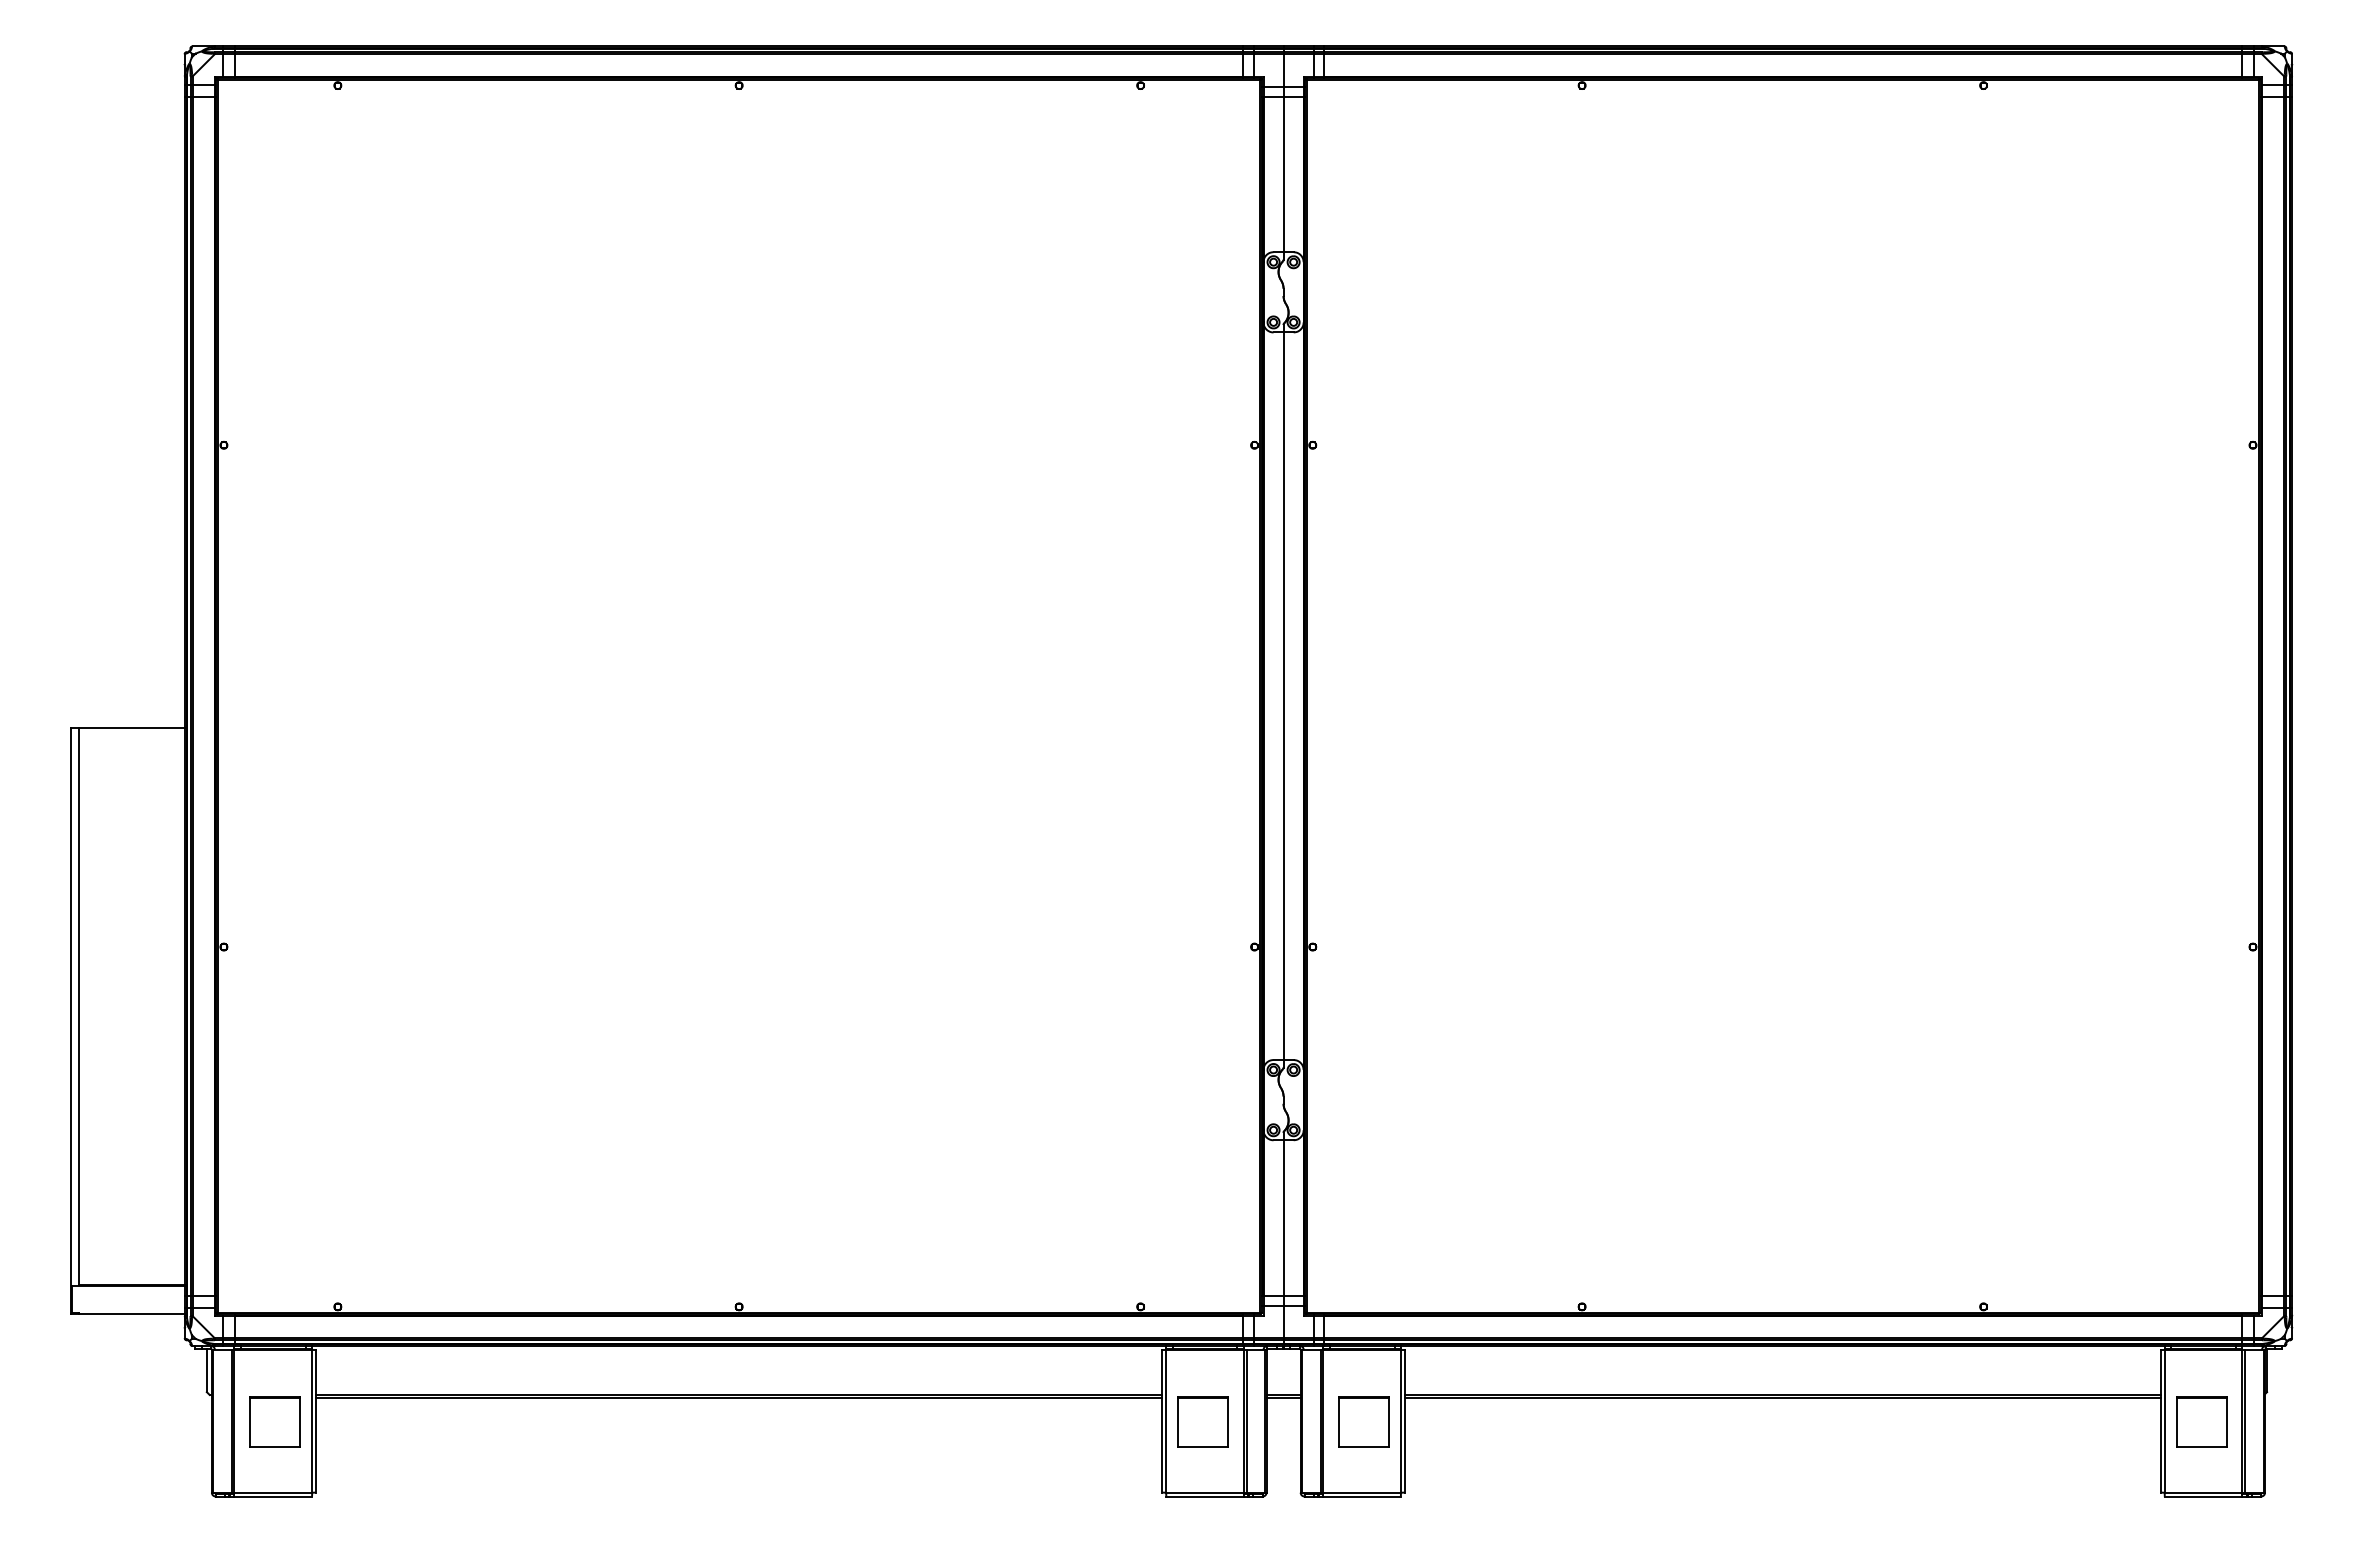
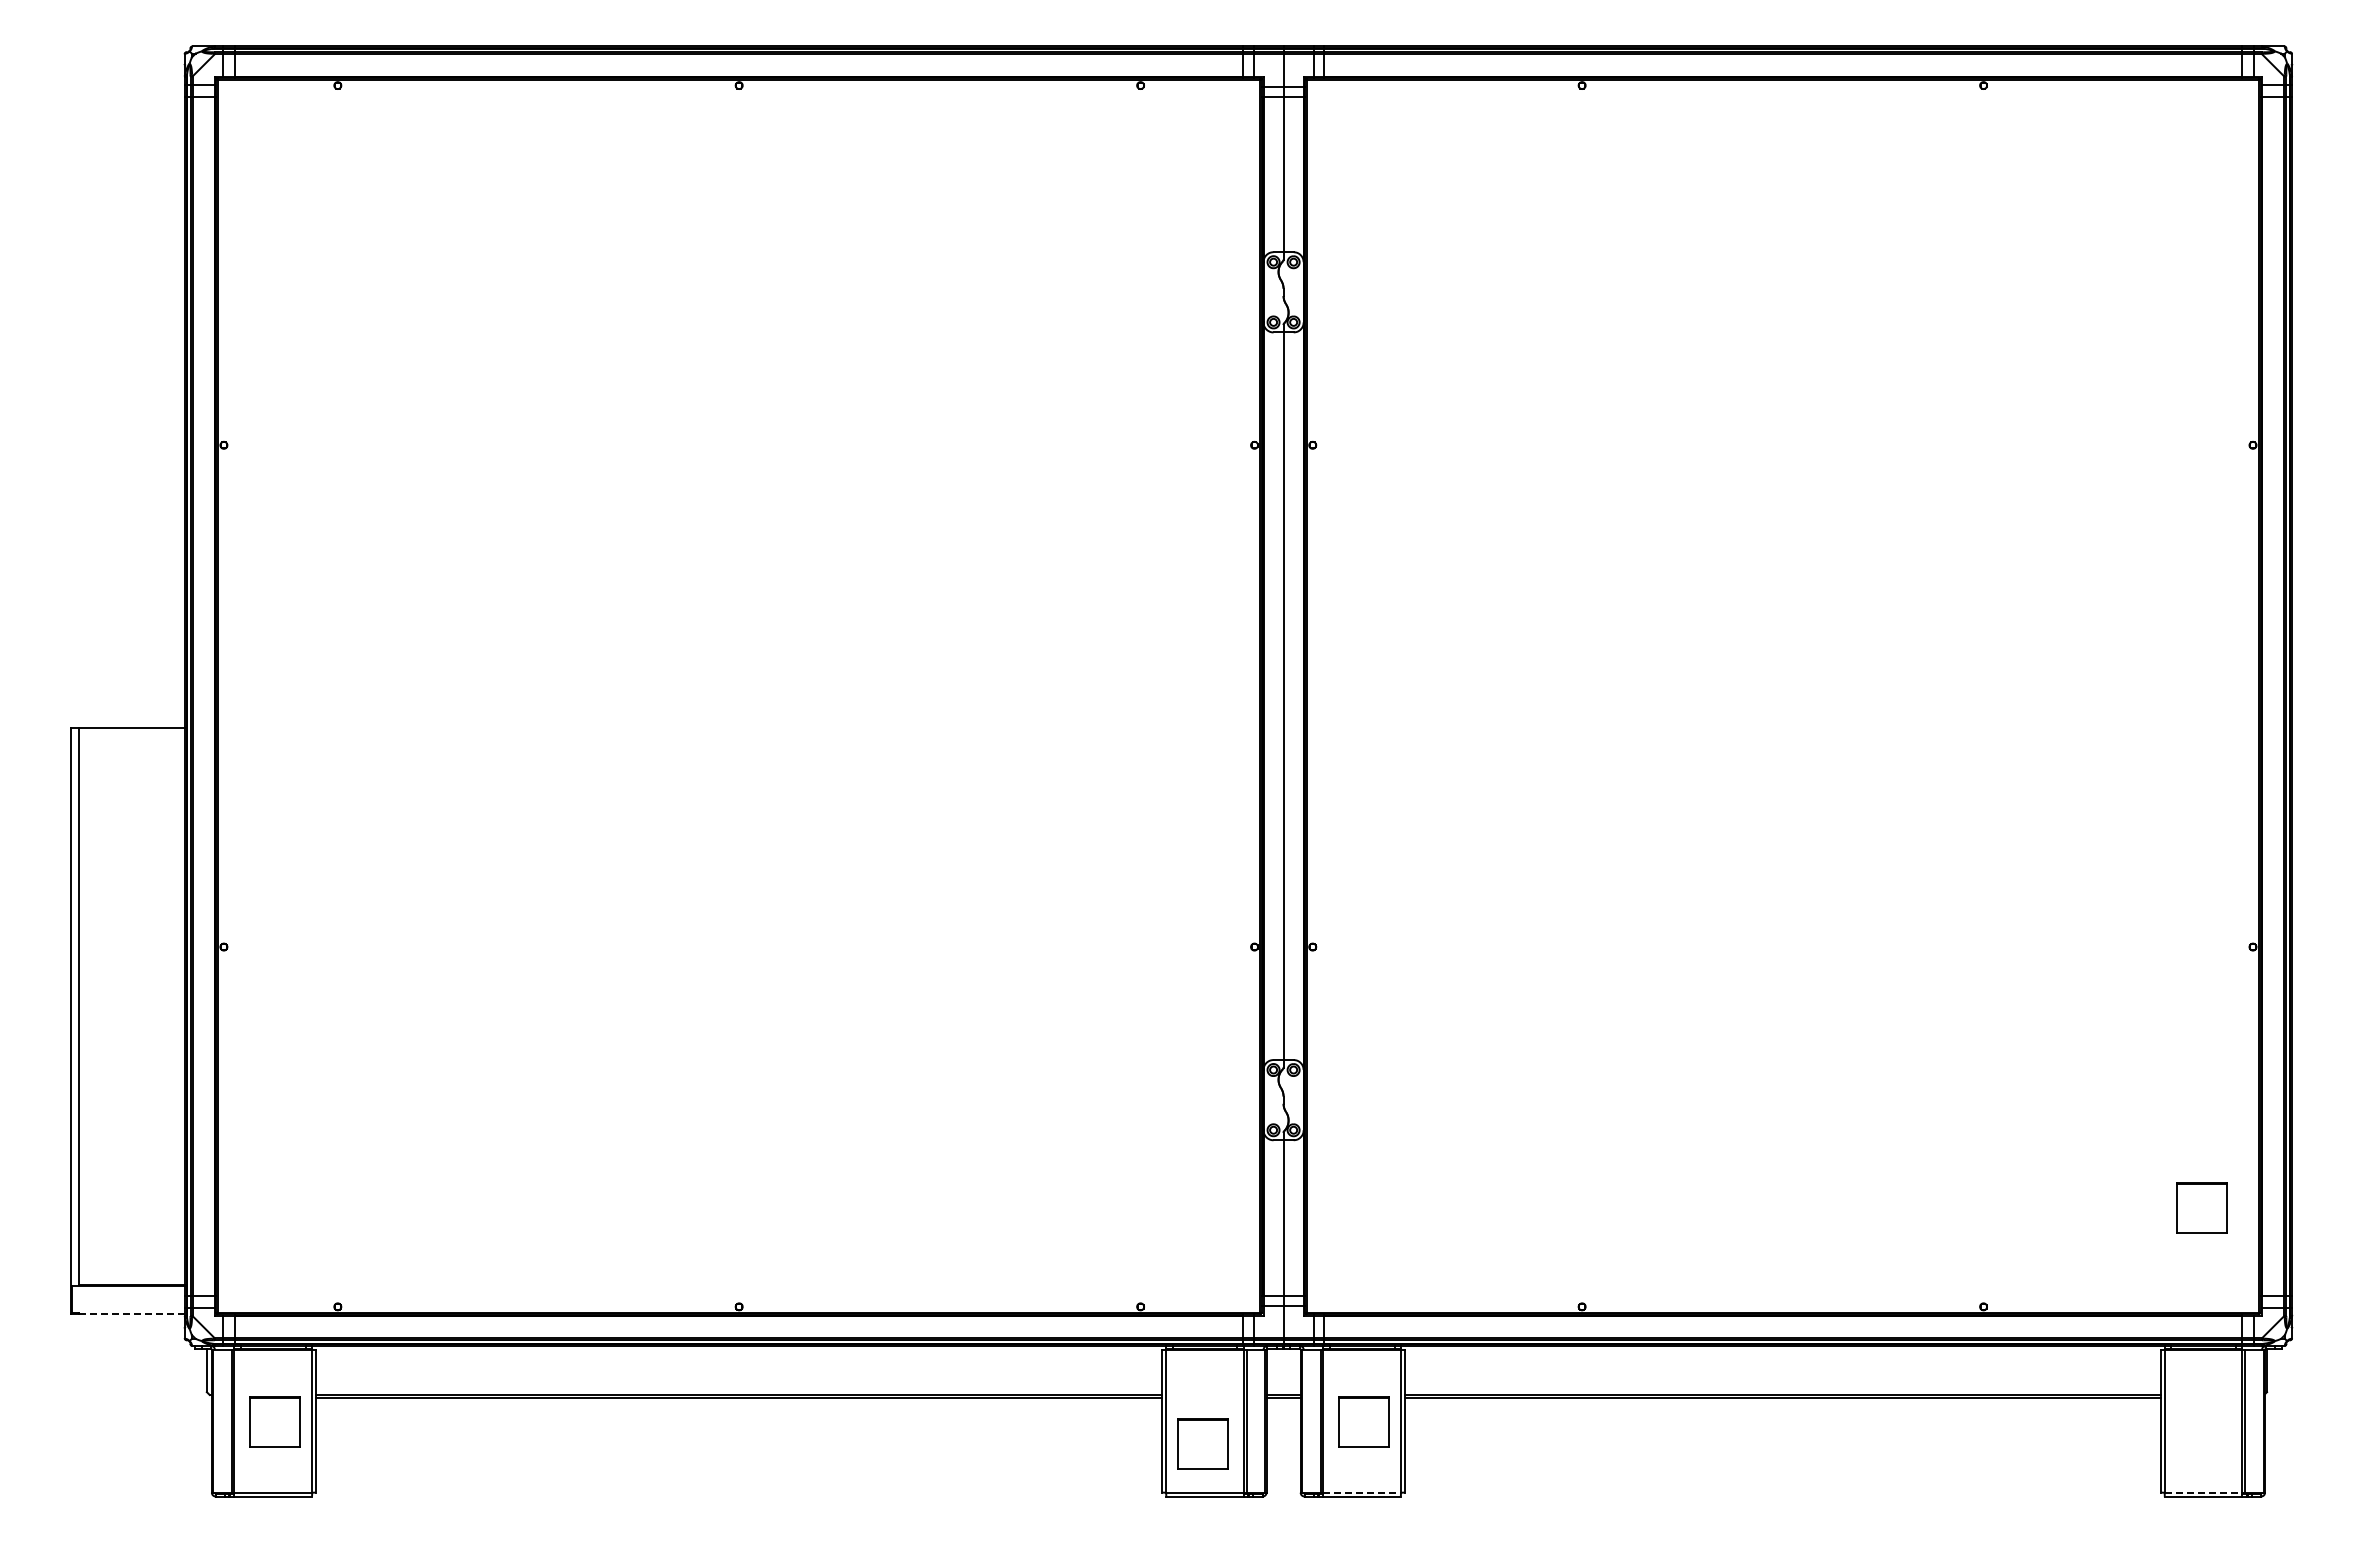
line at (132, 1314): solid -> dashed
part at (1202, 1421) position: (1202, 1421) -> (1202, 1443)
part at (2201, 1421) position: (2201, 1421) -> (2201, 1207)
line at (1362, 1492): solid -> dashed
line at (2203, 1492): solid -> dashed
